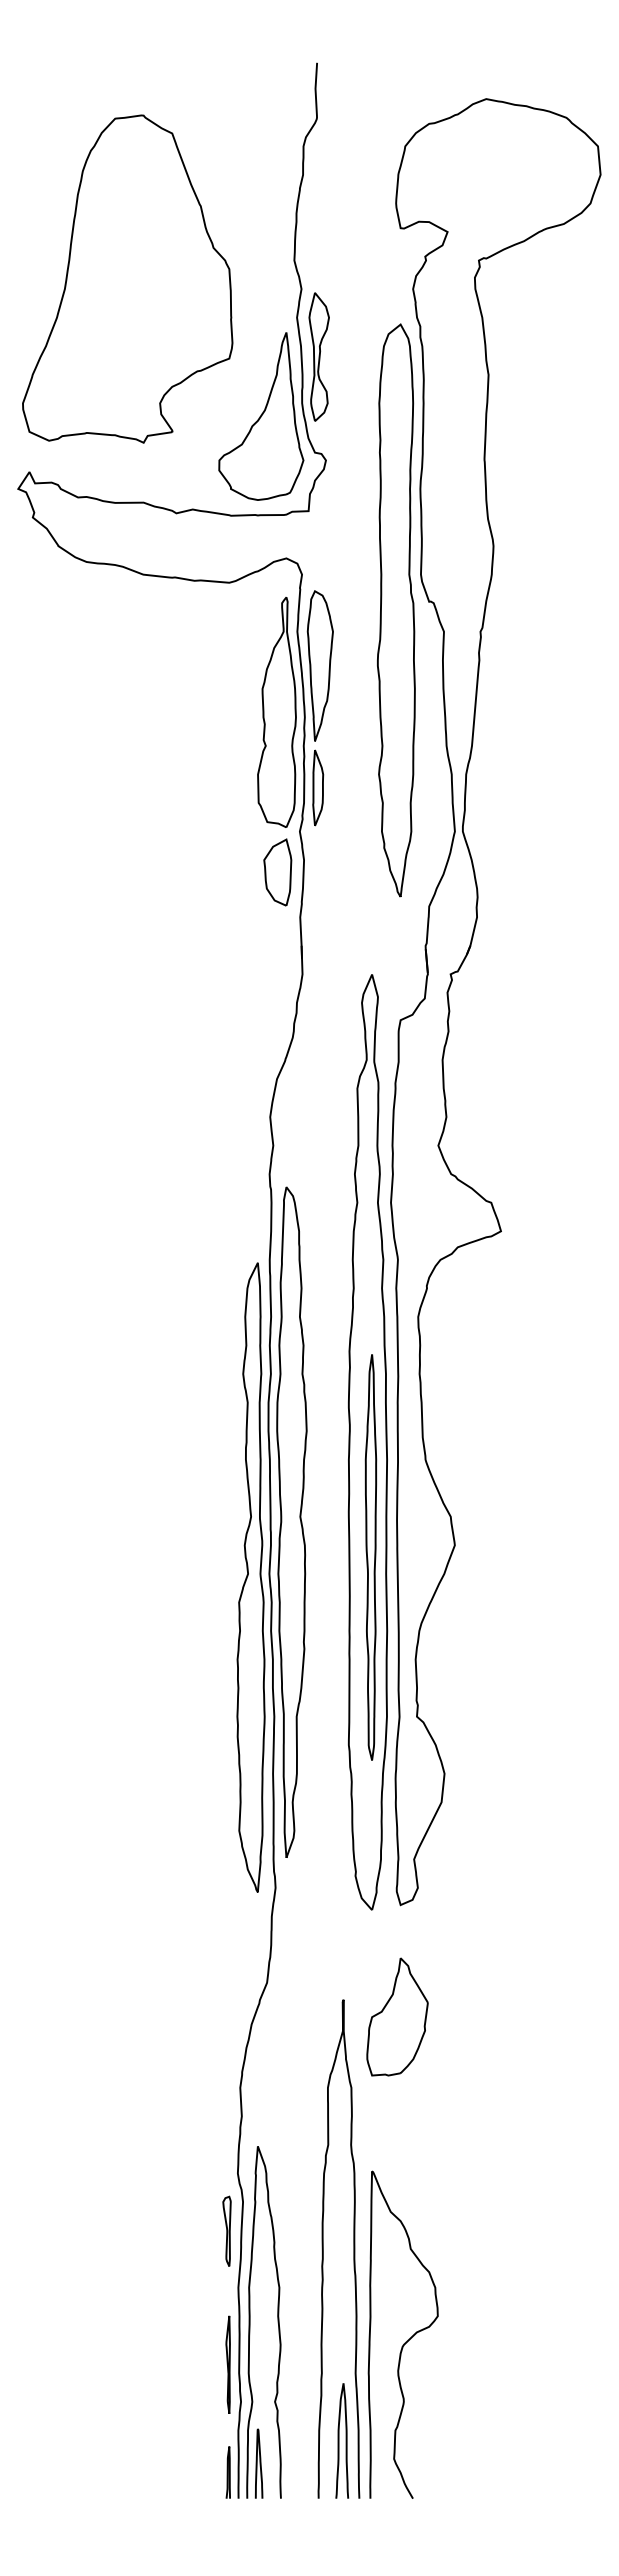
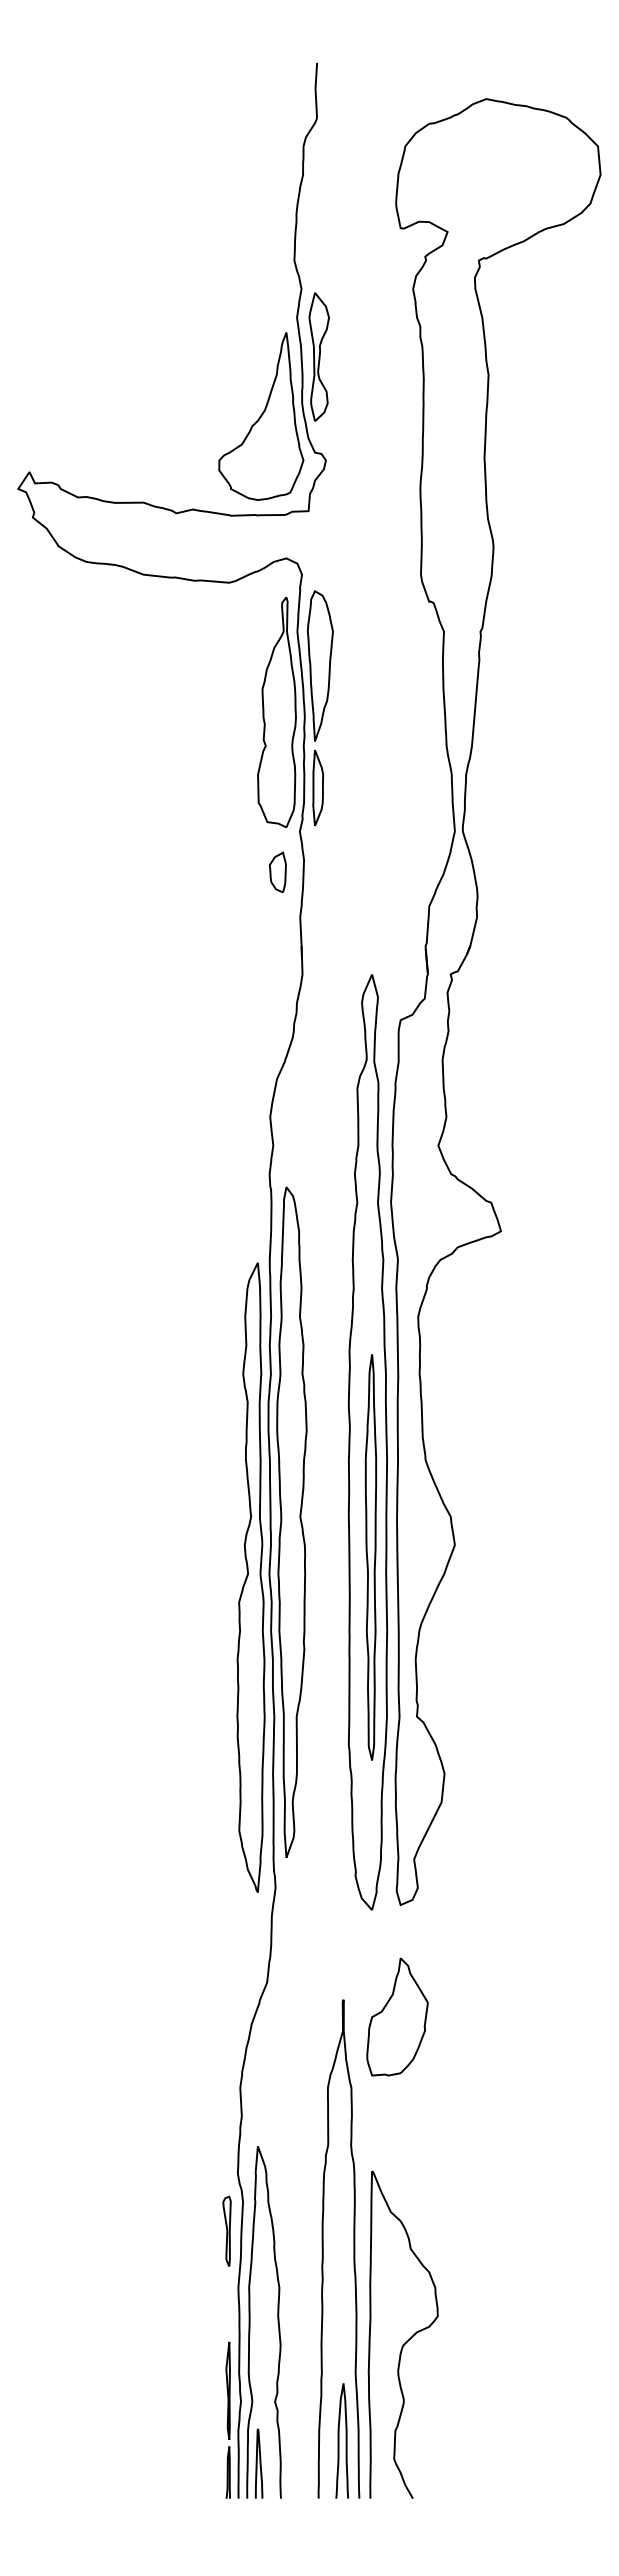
part at (127, 278): present -> none
part at (396, 610): present -> none
part at (277, 872) size: 30x69 px -> 19x43 px
part at (227, 2364) position: (227, 2364) -> (227, 2390)
